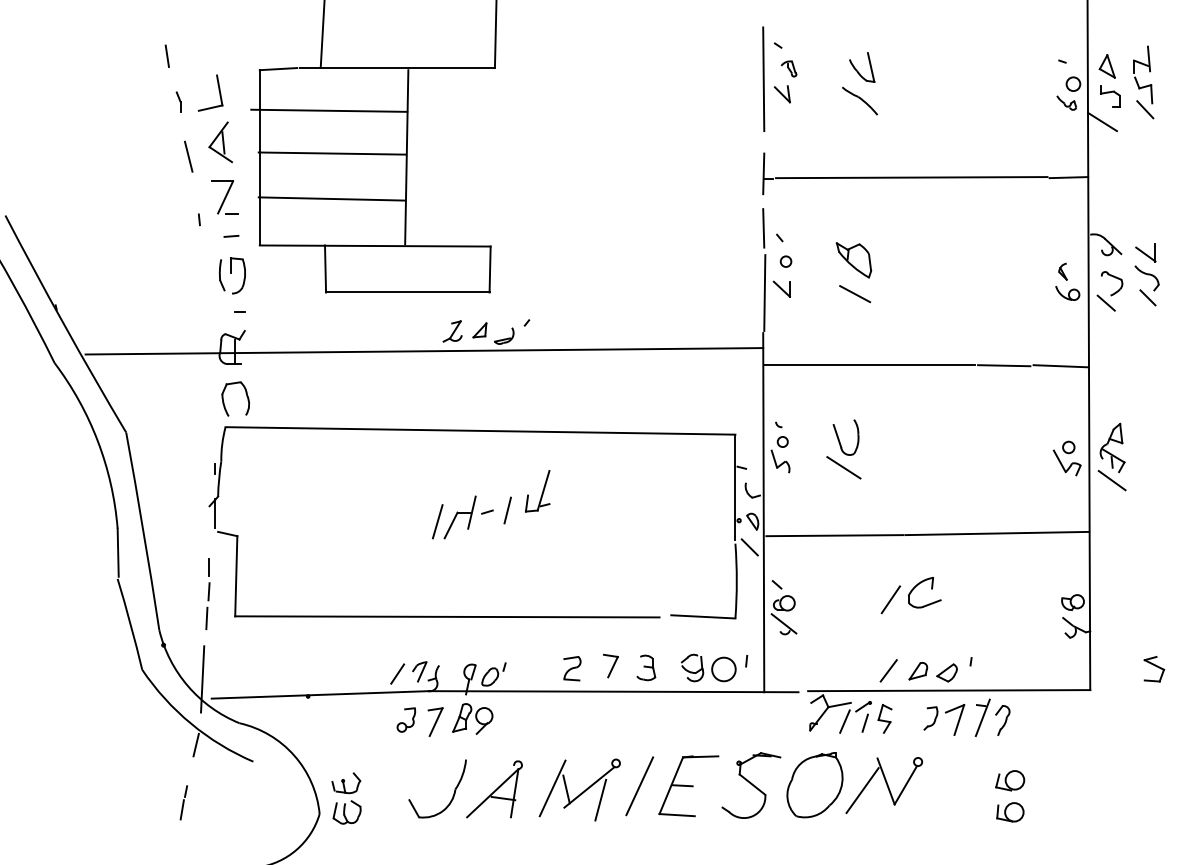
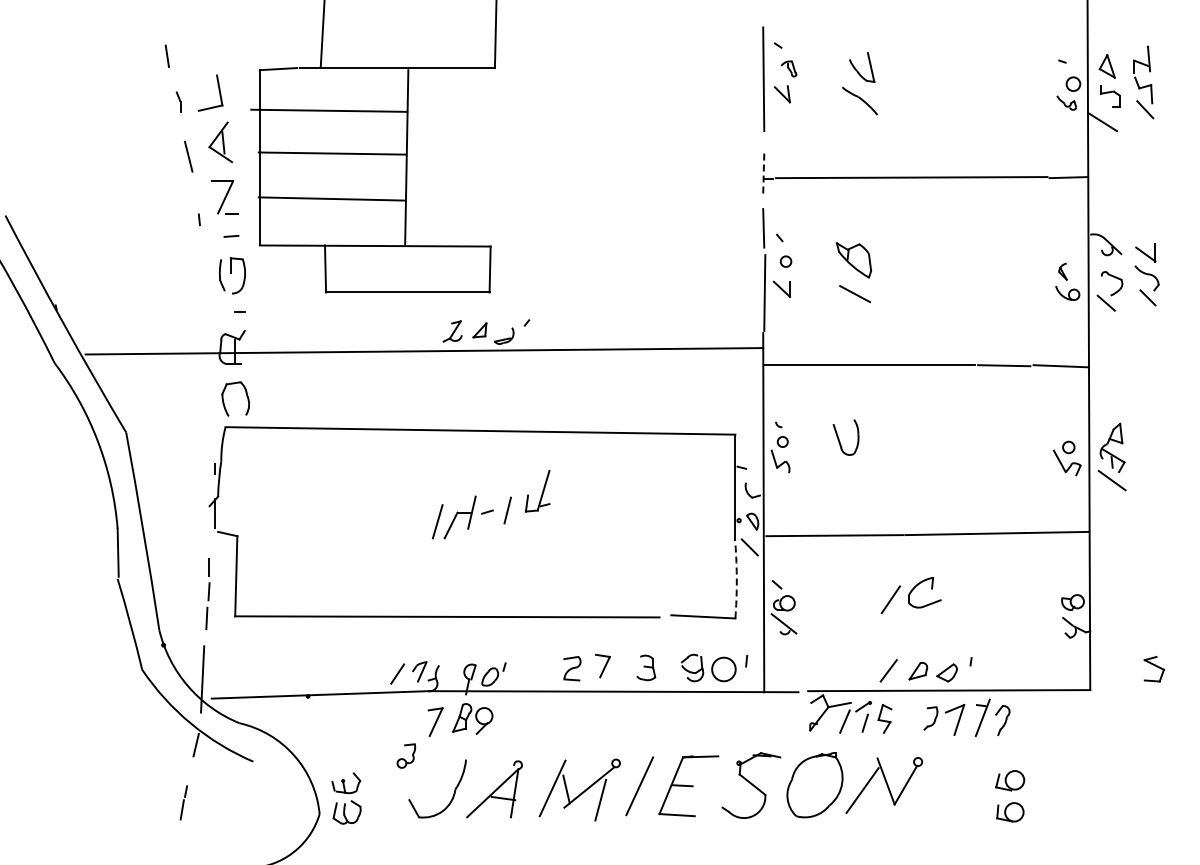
line at (763, 174): solid -> dashed
line at (843, 467): present -> none
arc at (736, 581): solid -> dashed
part at (610, 665) position: (610, 665) -> (602, 665)
part at (406, 719) position: (406, 719) -> (406, 755)
